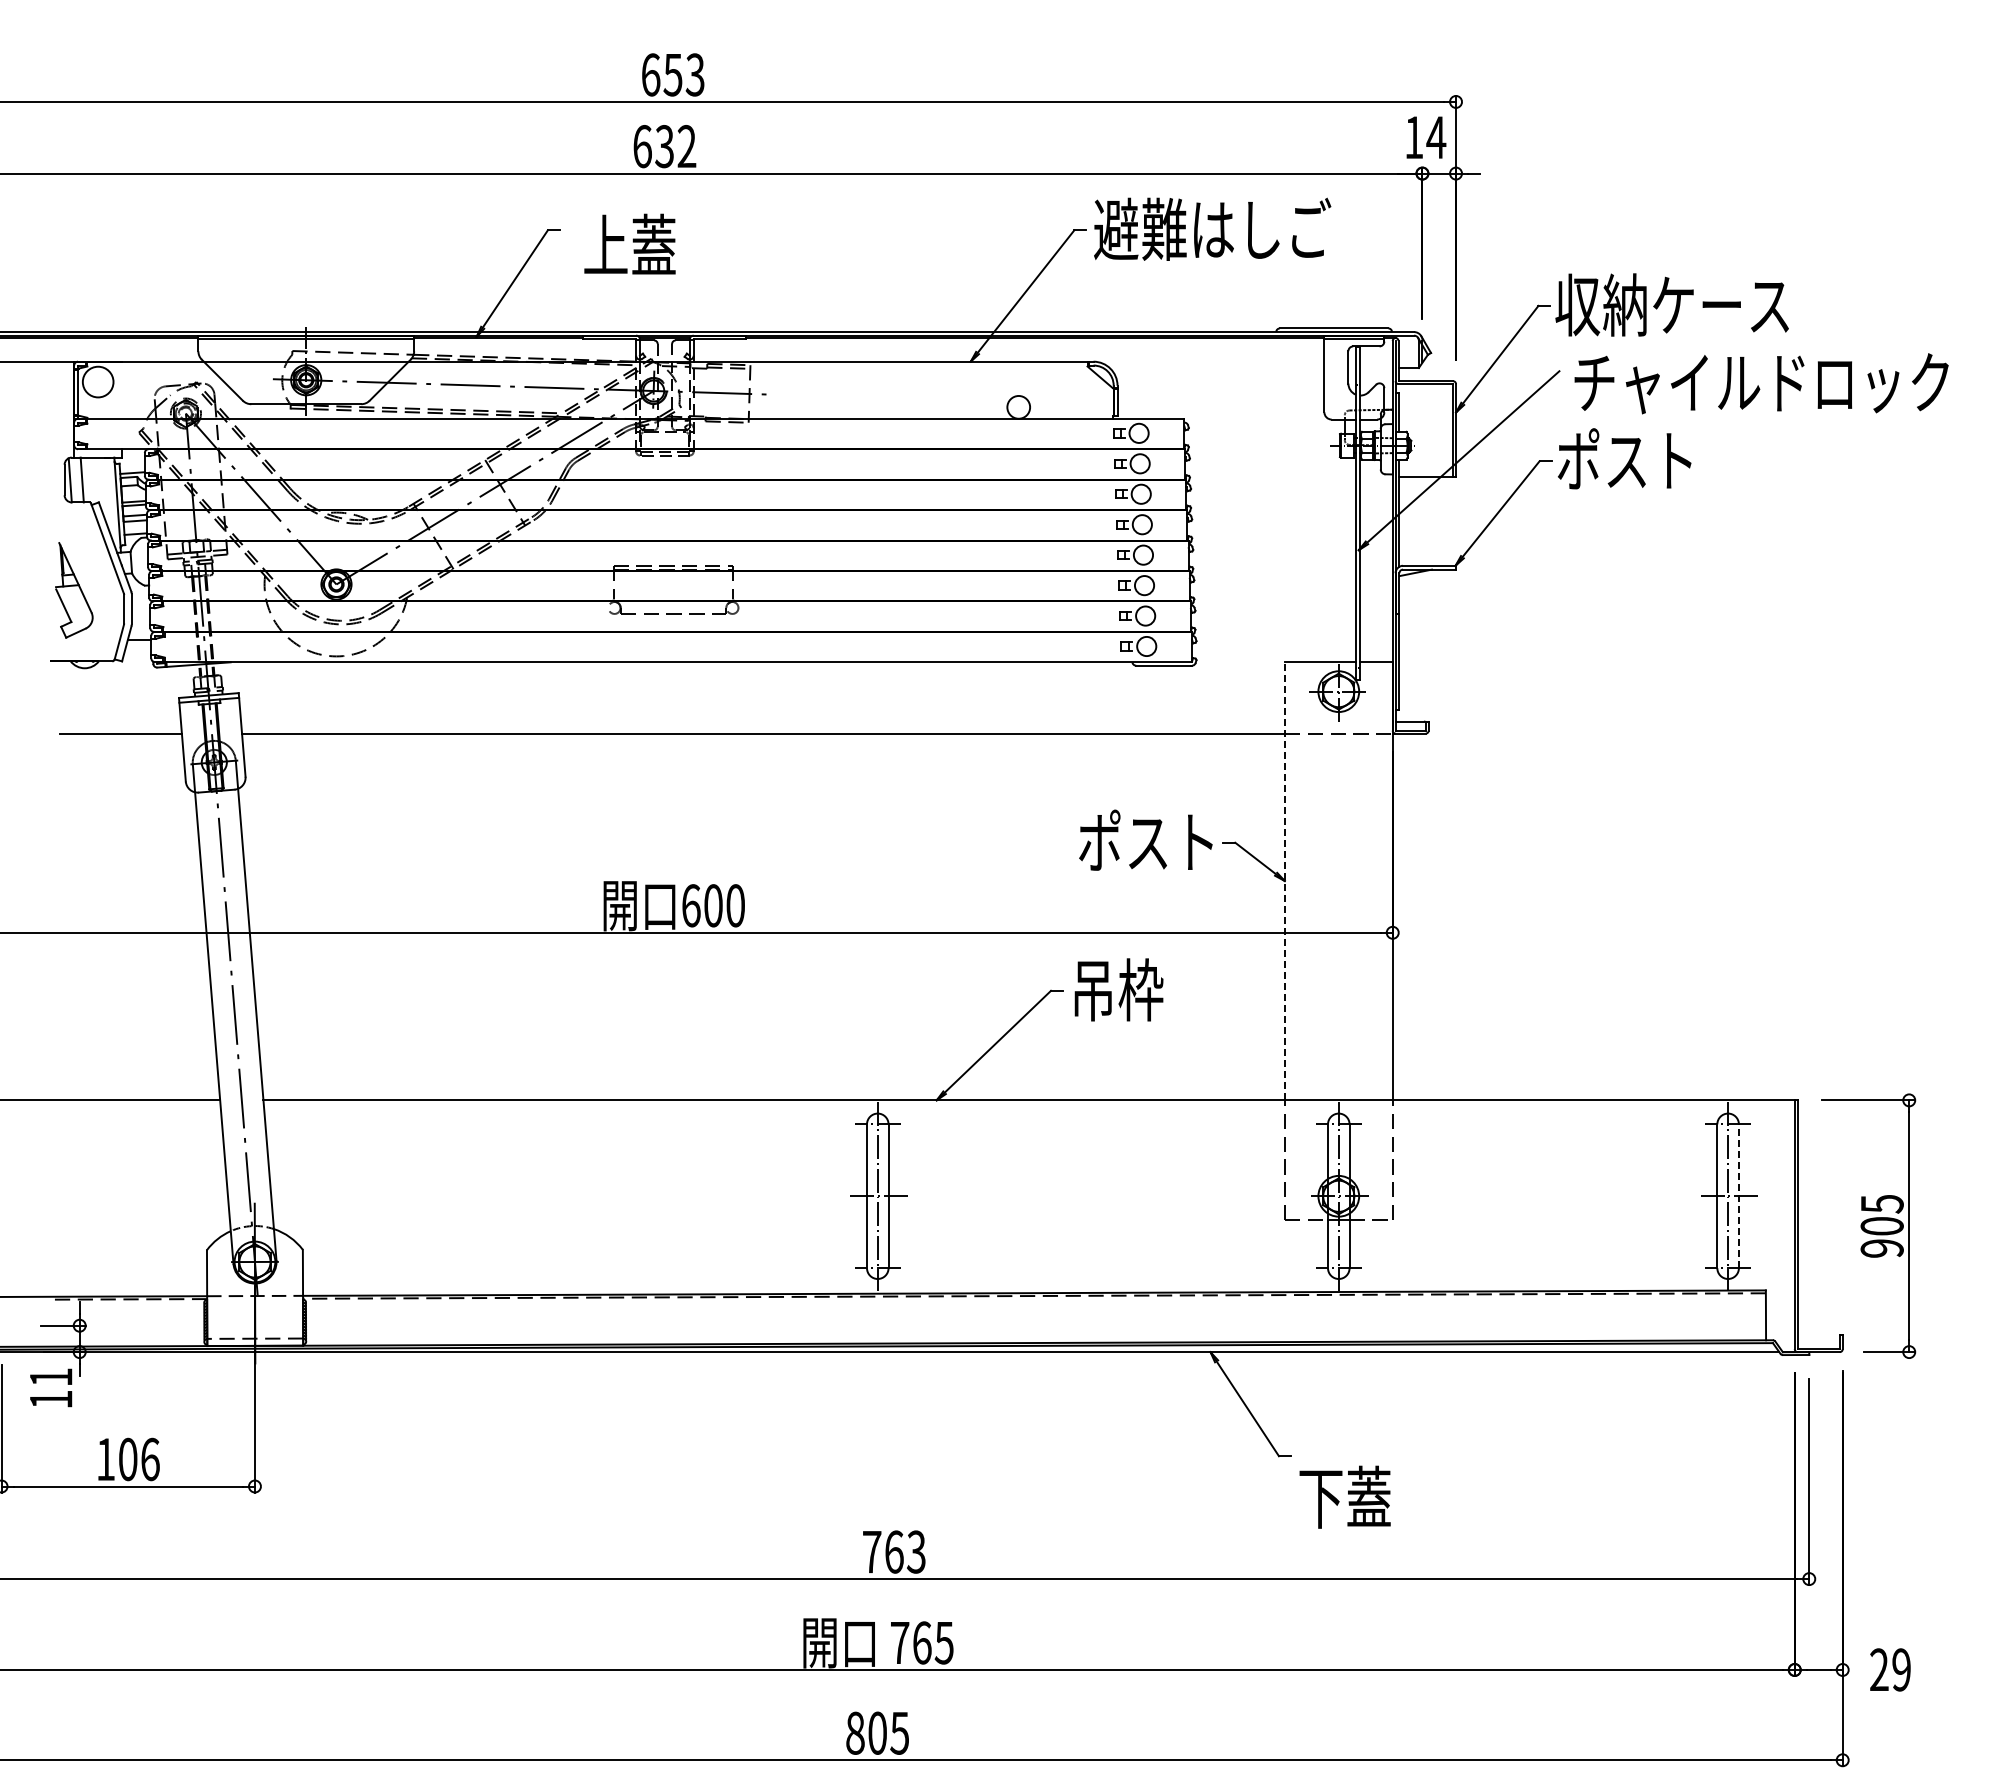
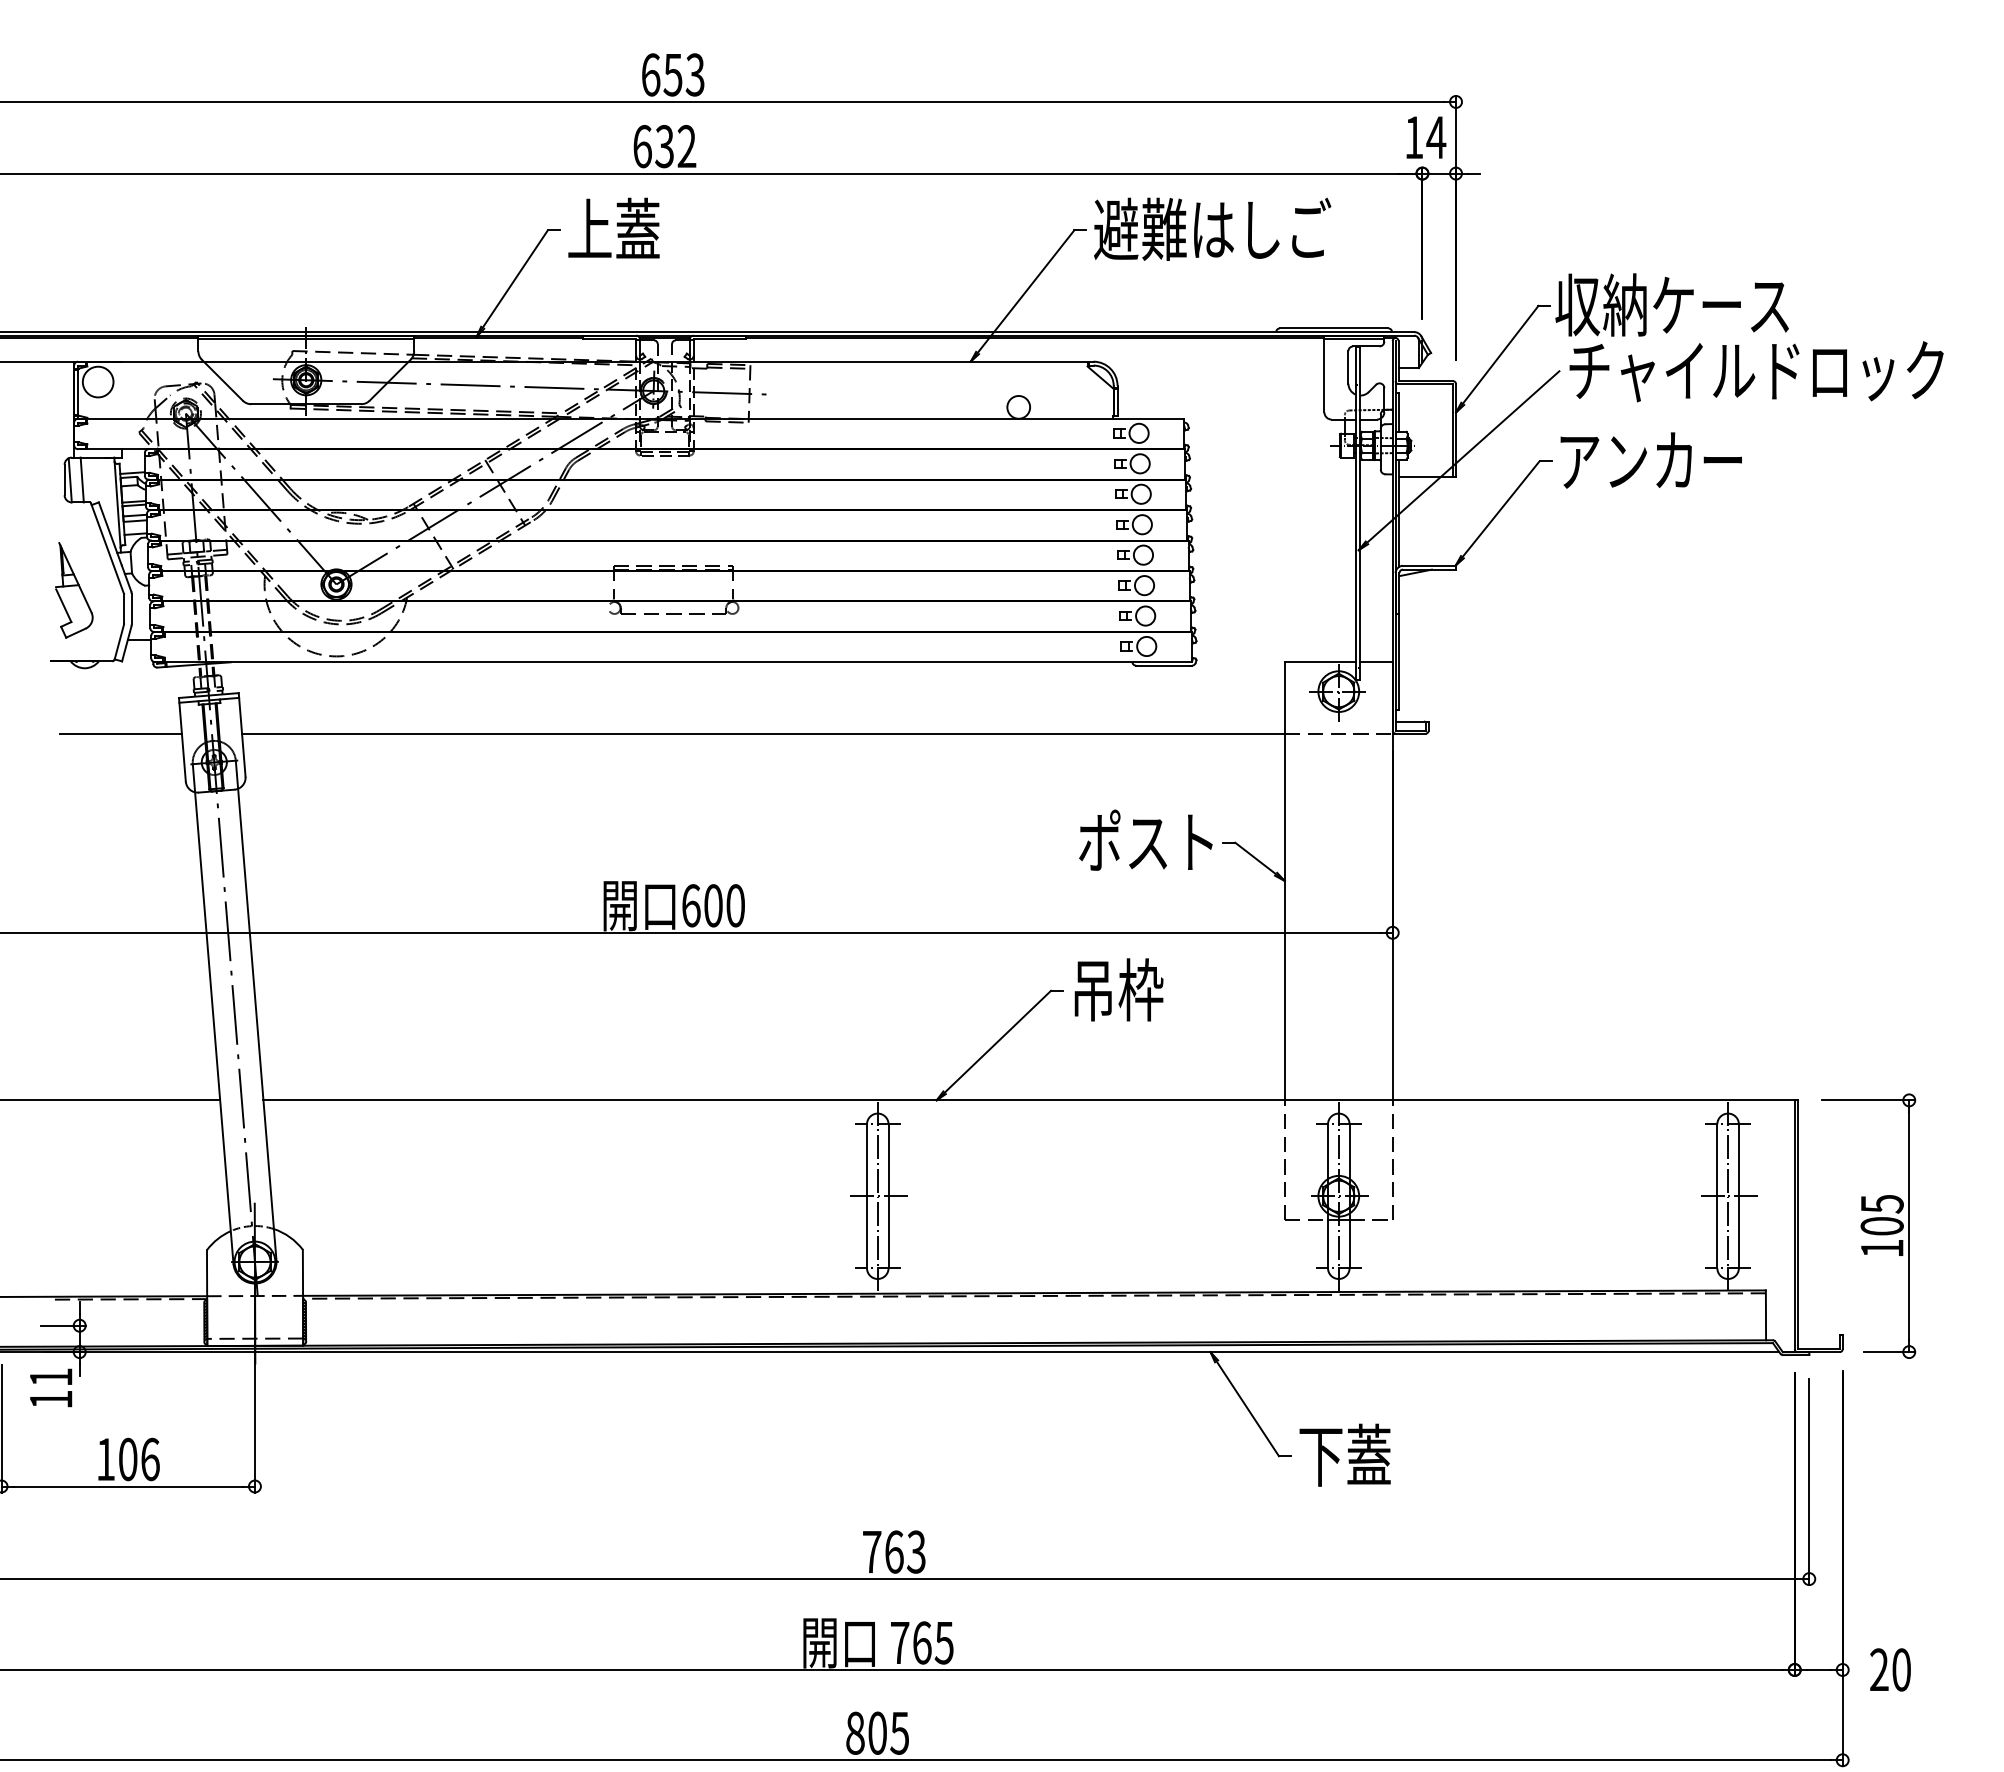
text at (629, 243) position: (629, 243) -> (613, 227)
text at (1761, 383) position: (1761, 383) -> (1756, 371)
text at (1649, 458): ポスト -> アンカー
line at (1284, 880): dashed -> solid
line at (1738, 1196): dashed -> solid
text at (1881, 1248): 905 -> 105
text at (1344, 1496) position: (1344, 1496) -> (1344, 1454)
text at (1901, 1669): 29 -> 20
